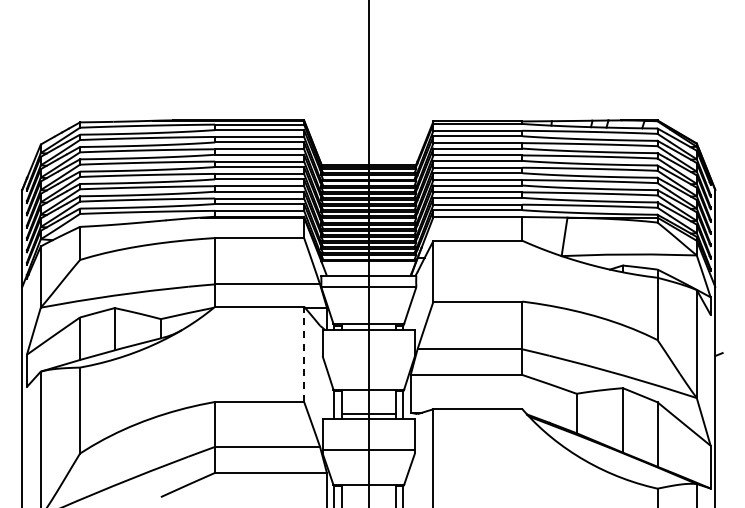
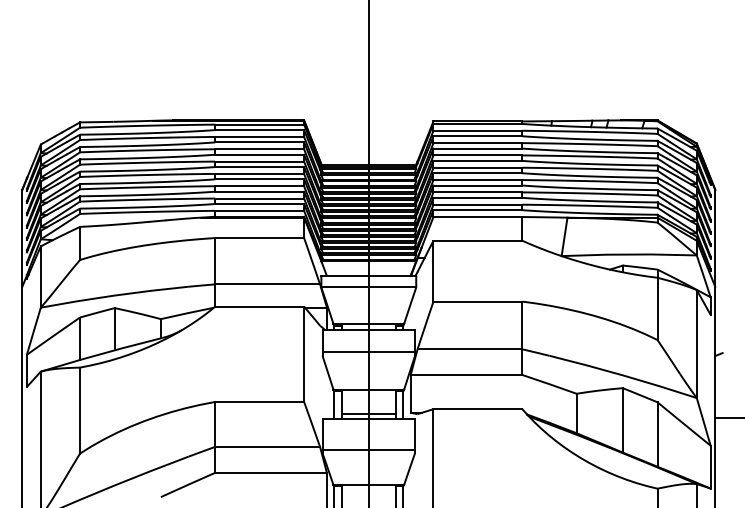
line at (368, 351): none -> present
line at (304, 354): dashed -> solid
line at (728, 418): none -> present
